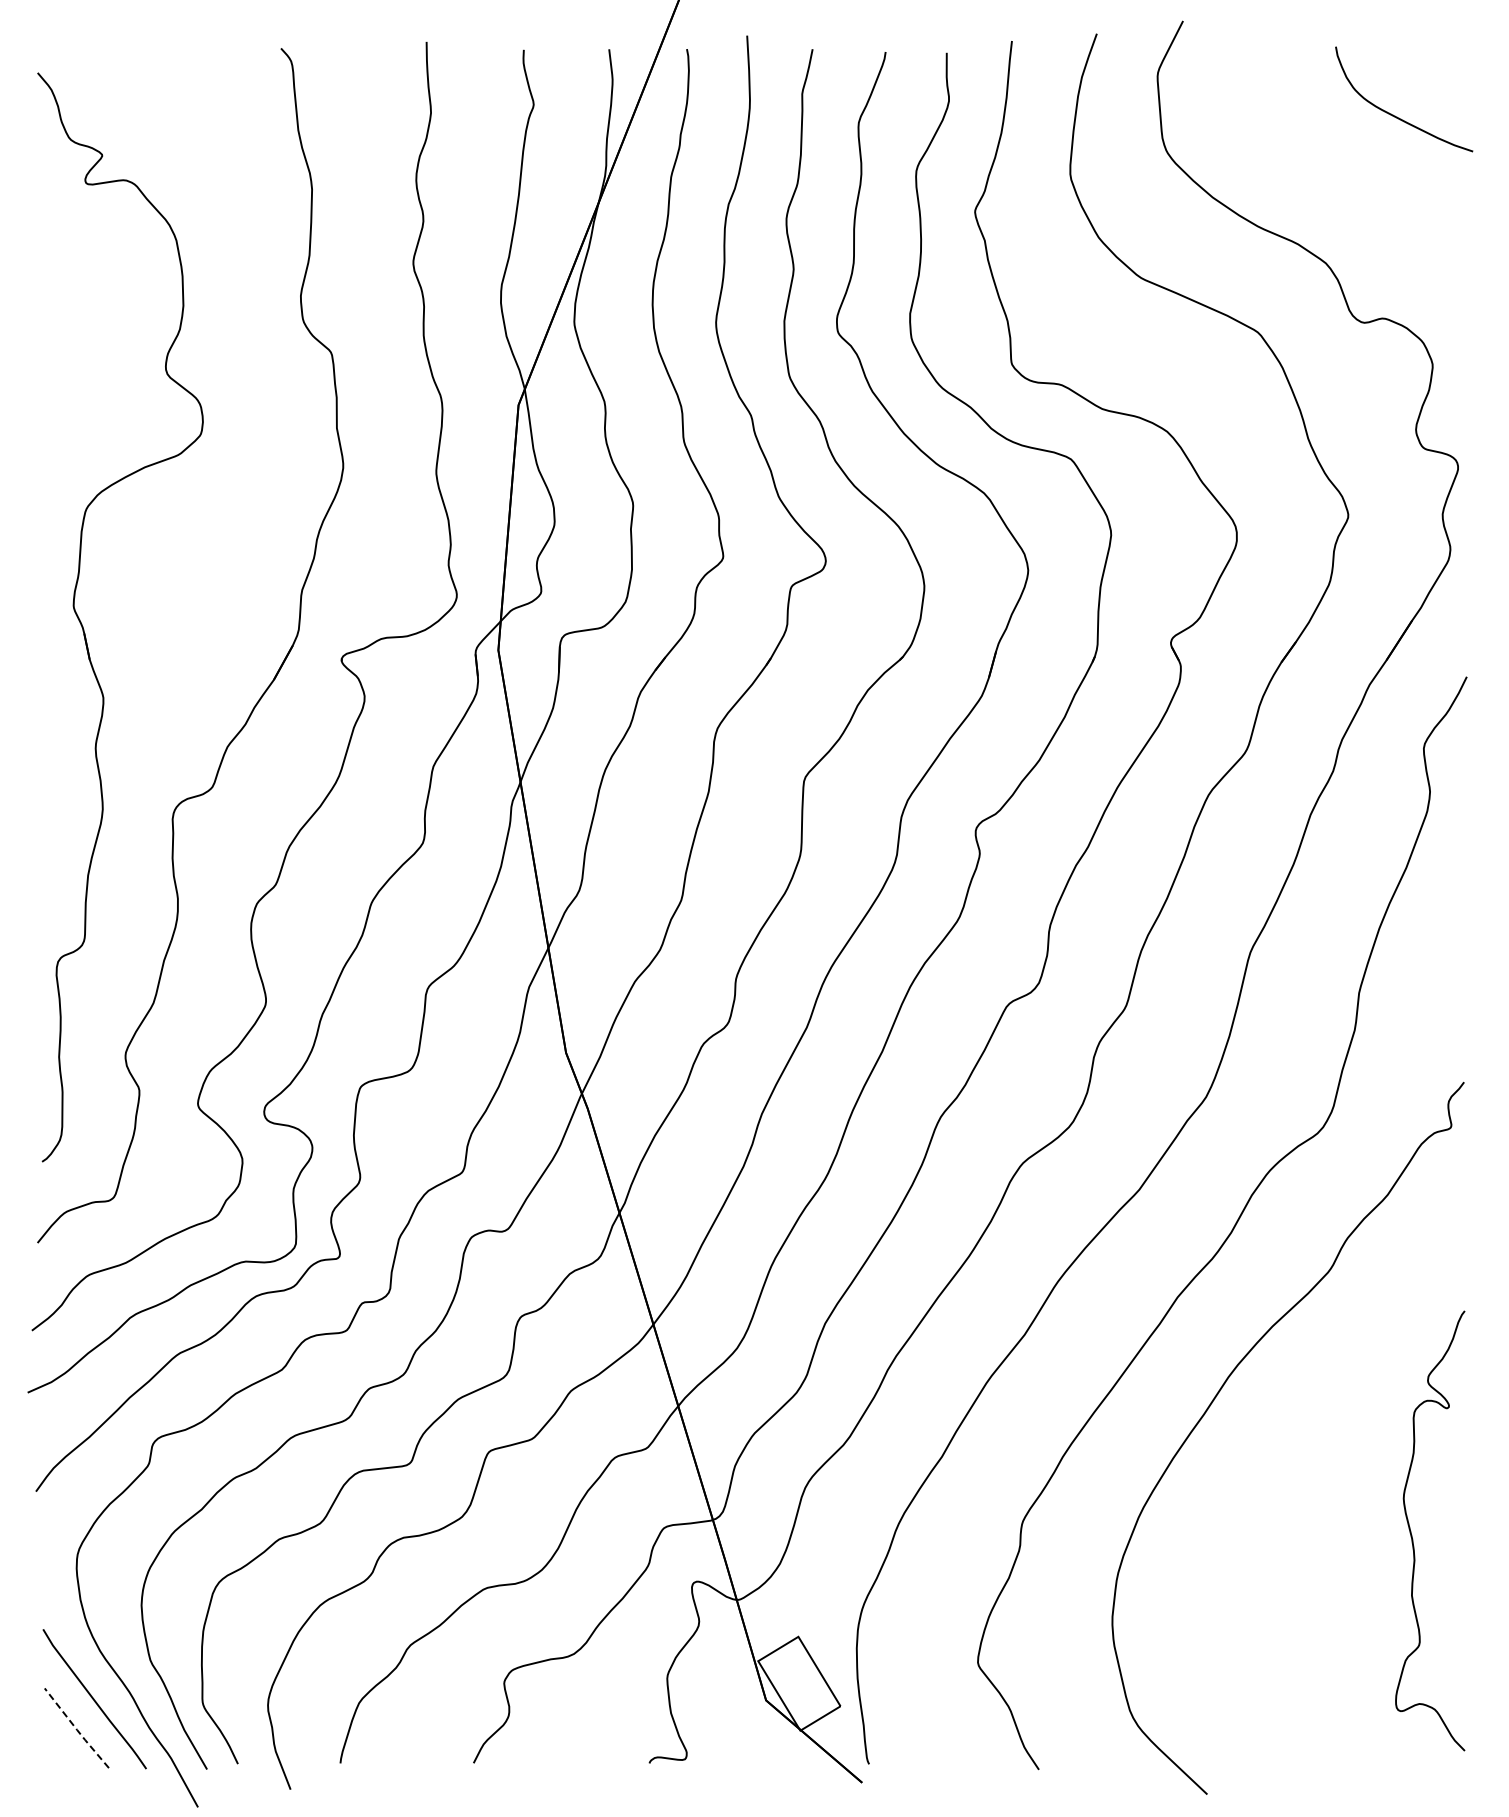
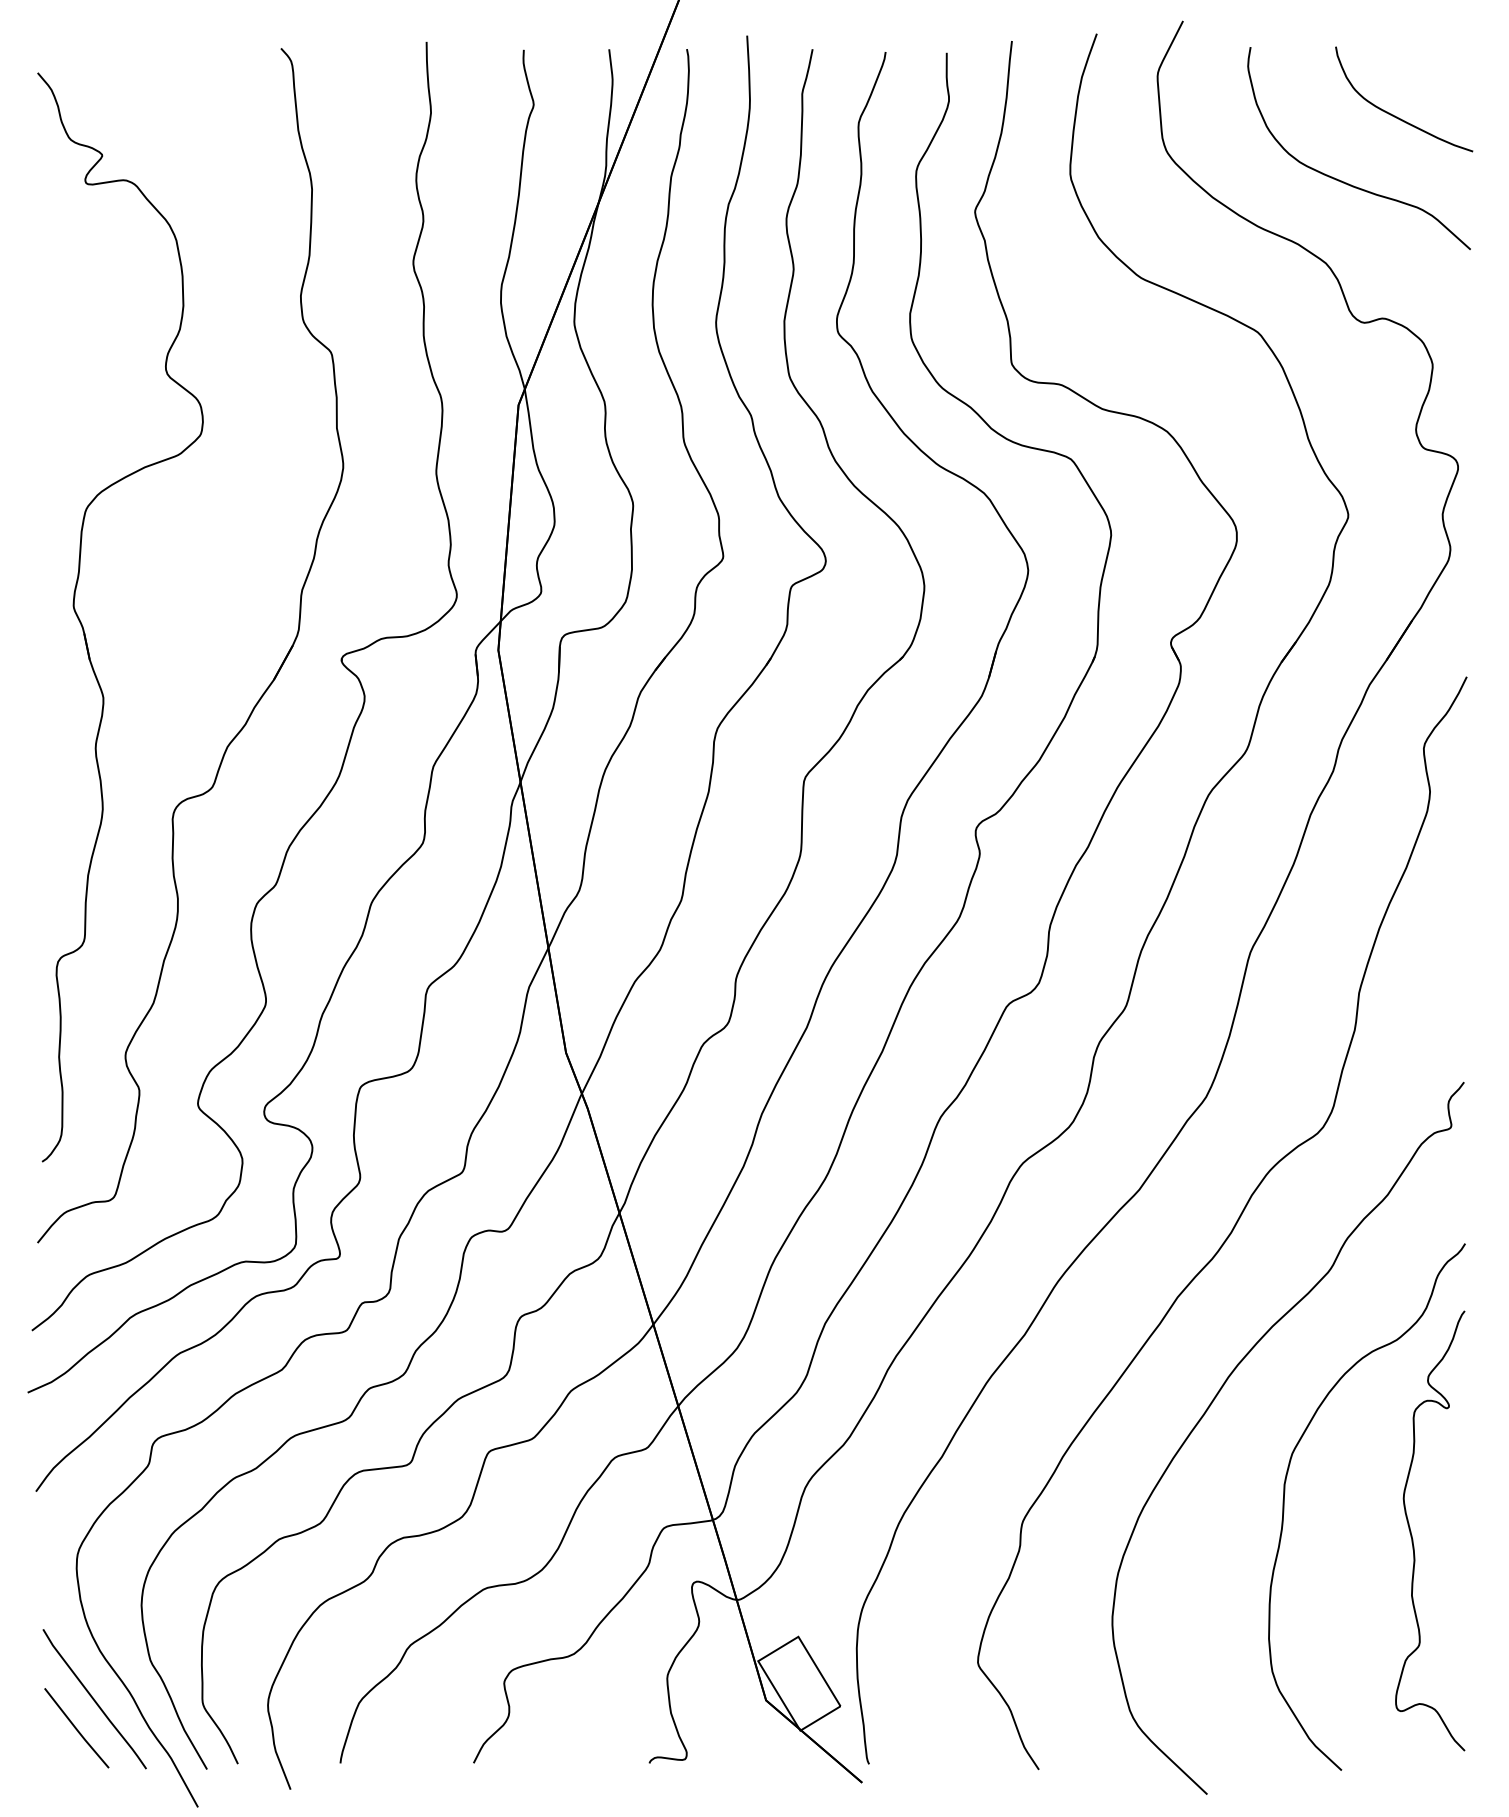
curve at (1344, 181): none -> present
curve at (1284, 1506): none -> present
line at (77, 1729): dashed -> solid
